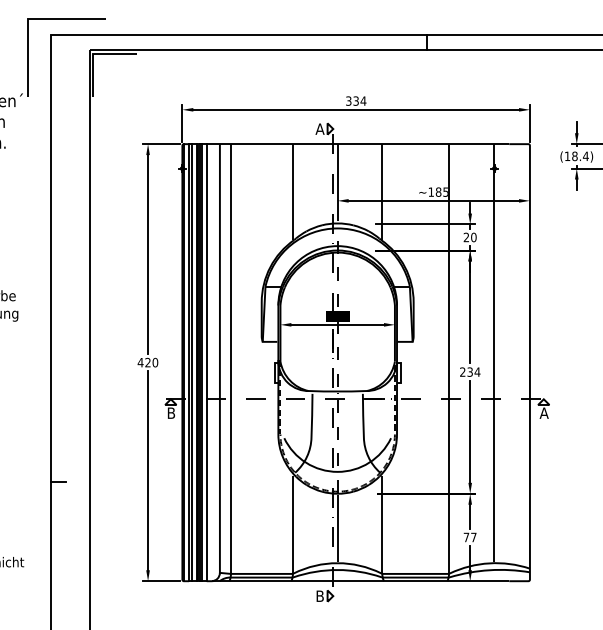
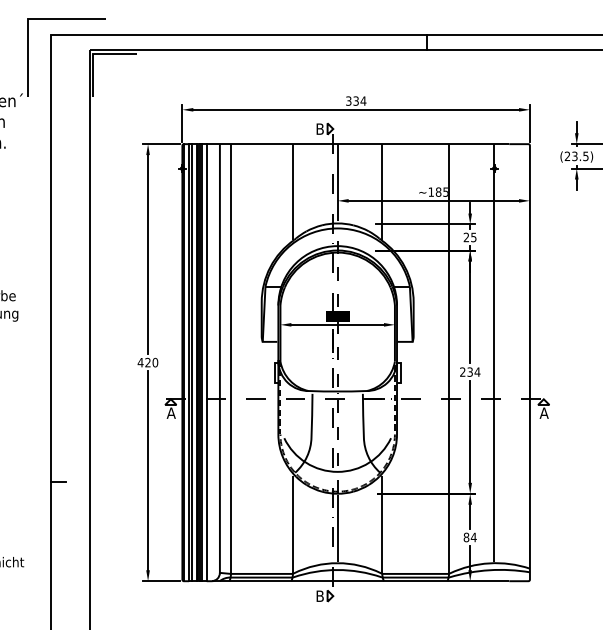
text at (319, 128): A -> B
text at (576, 156): (18.4) -> (23.5)
text at (473, 237): 20 -> 25
text at (170, 412): B -> A
text at (469, 537): 77 -> 84
